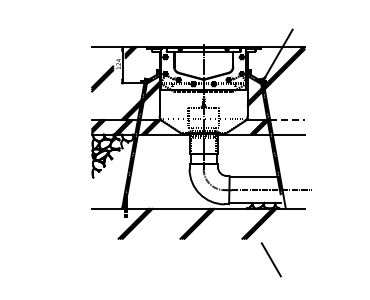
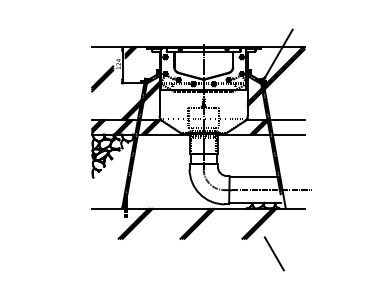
line at (287, 120): dashed -> solid
line at (270, 259) position: (270, 259) -> (273, 253)
